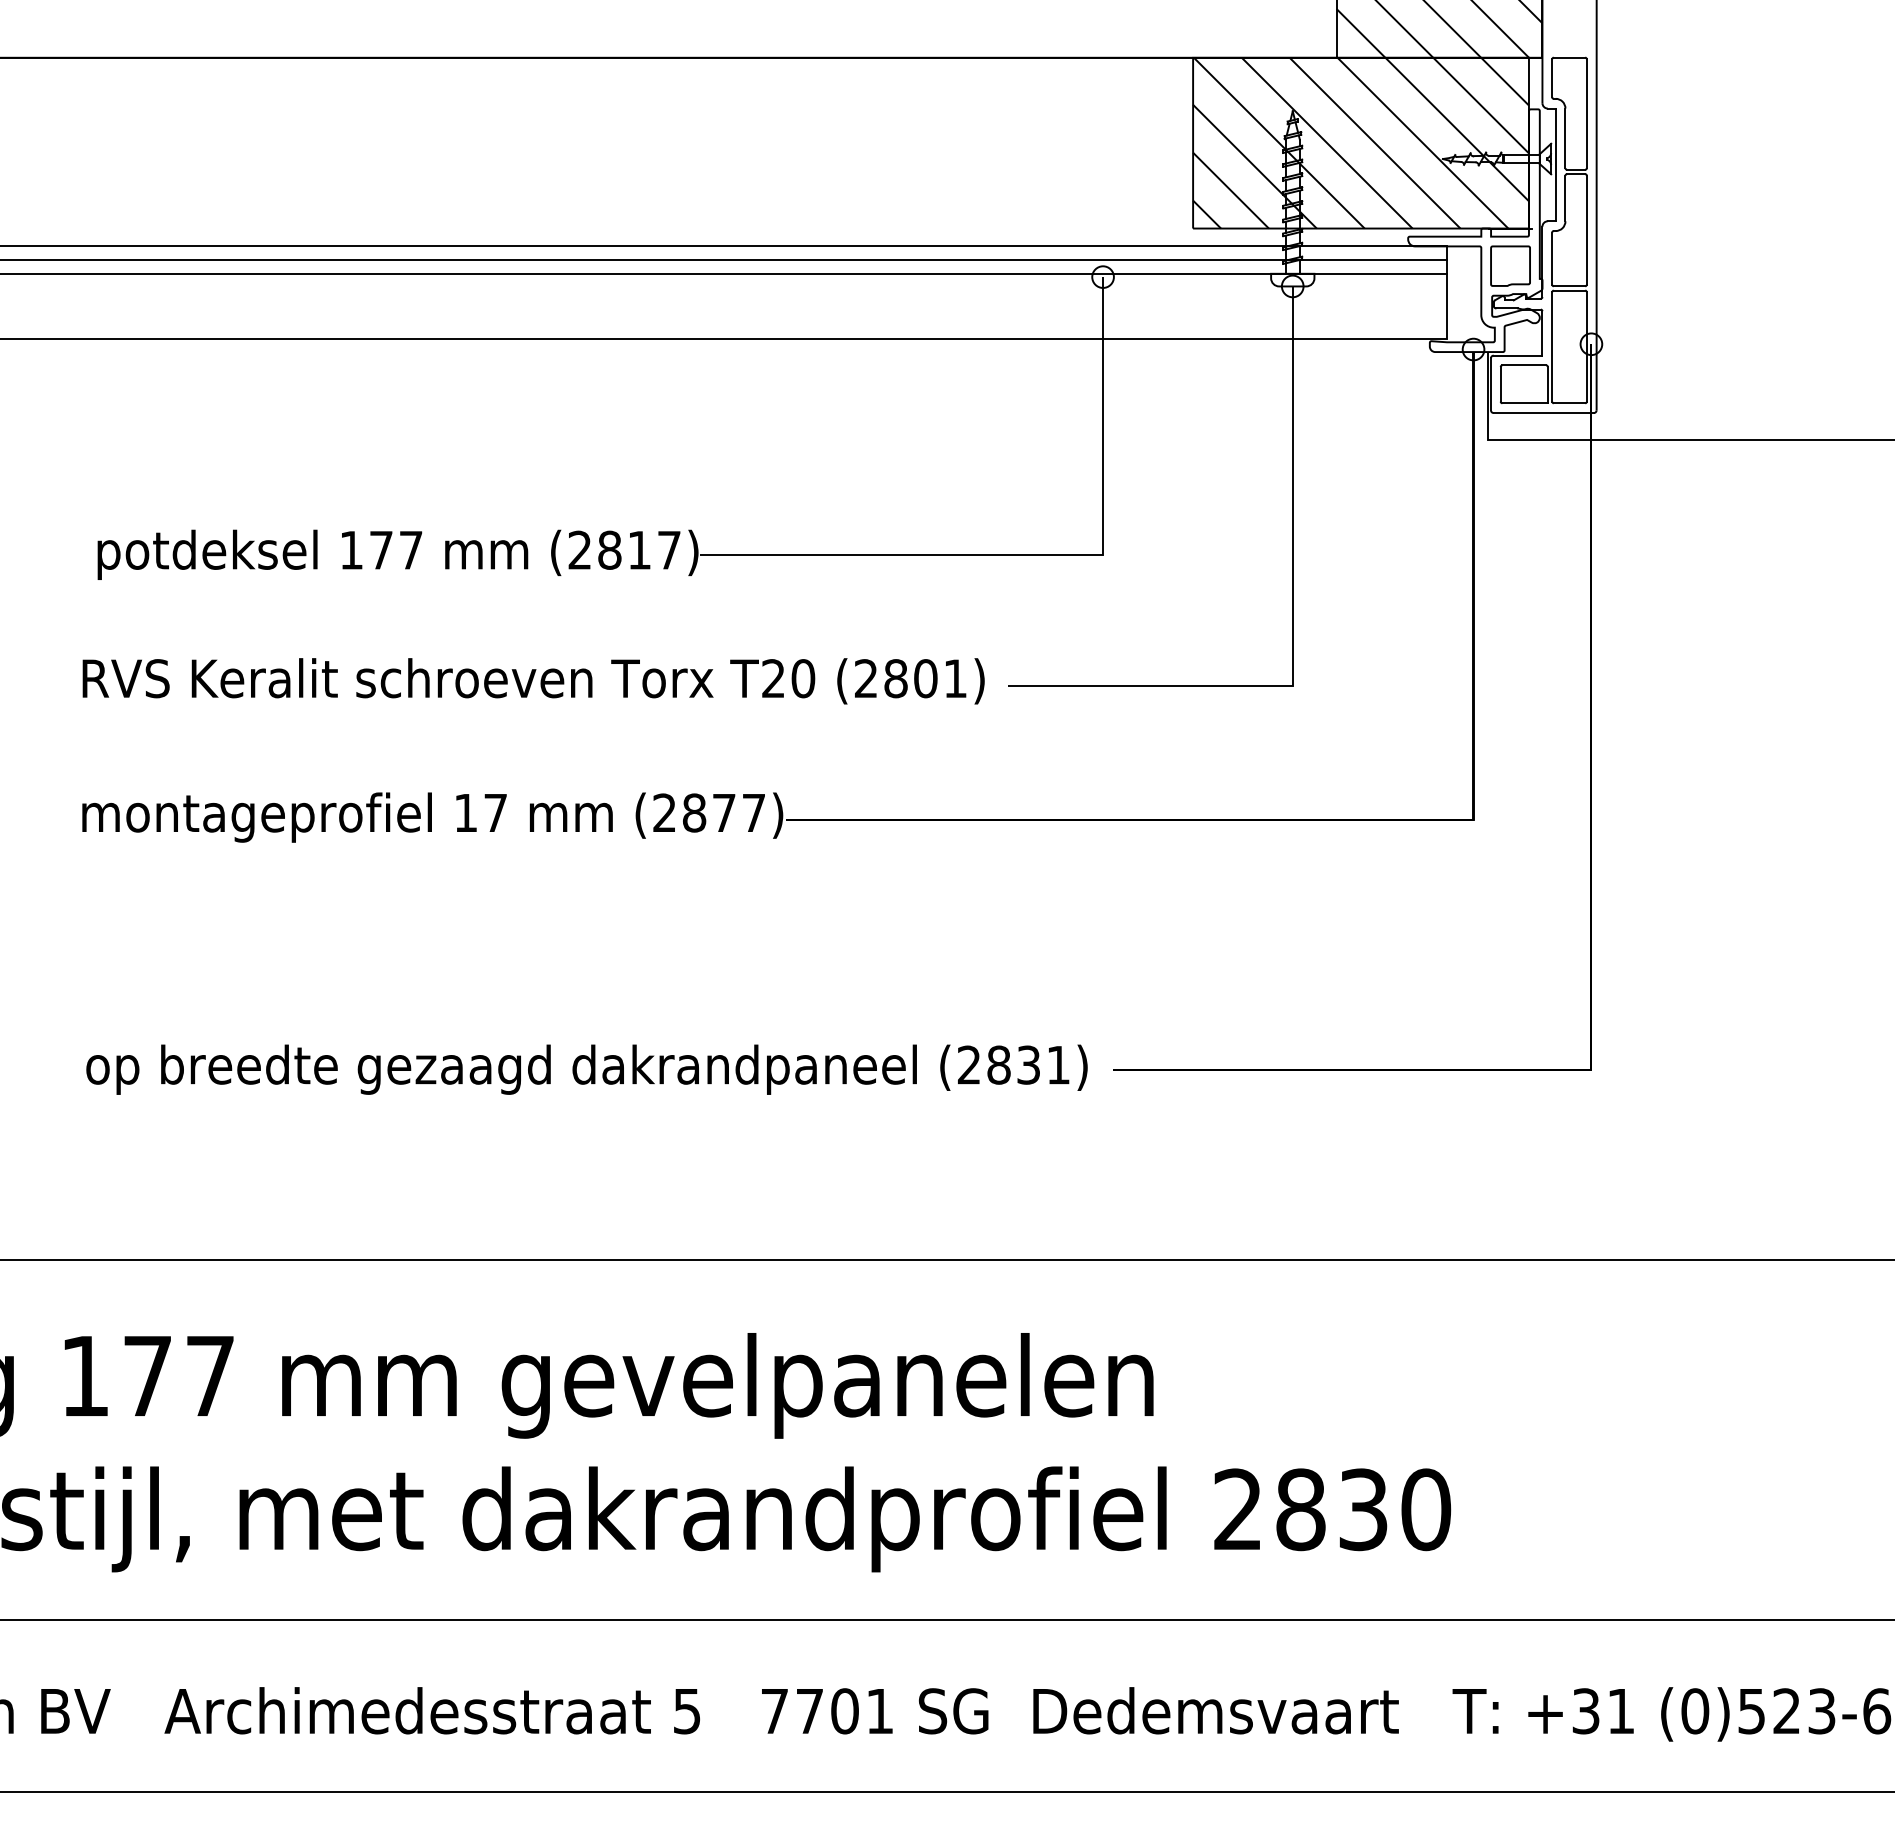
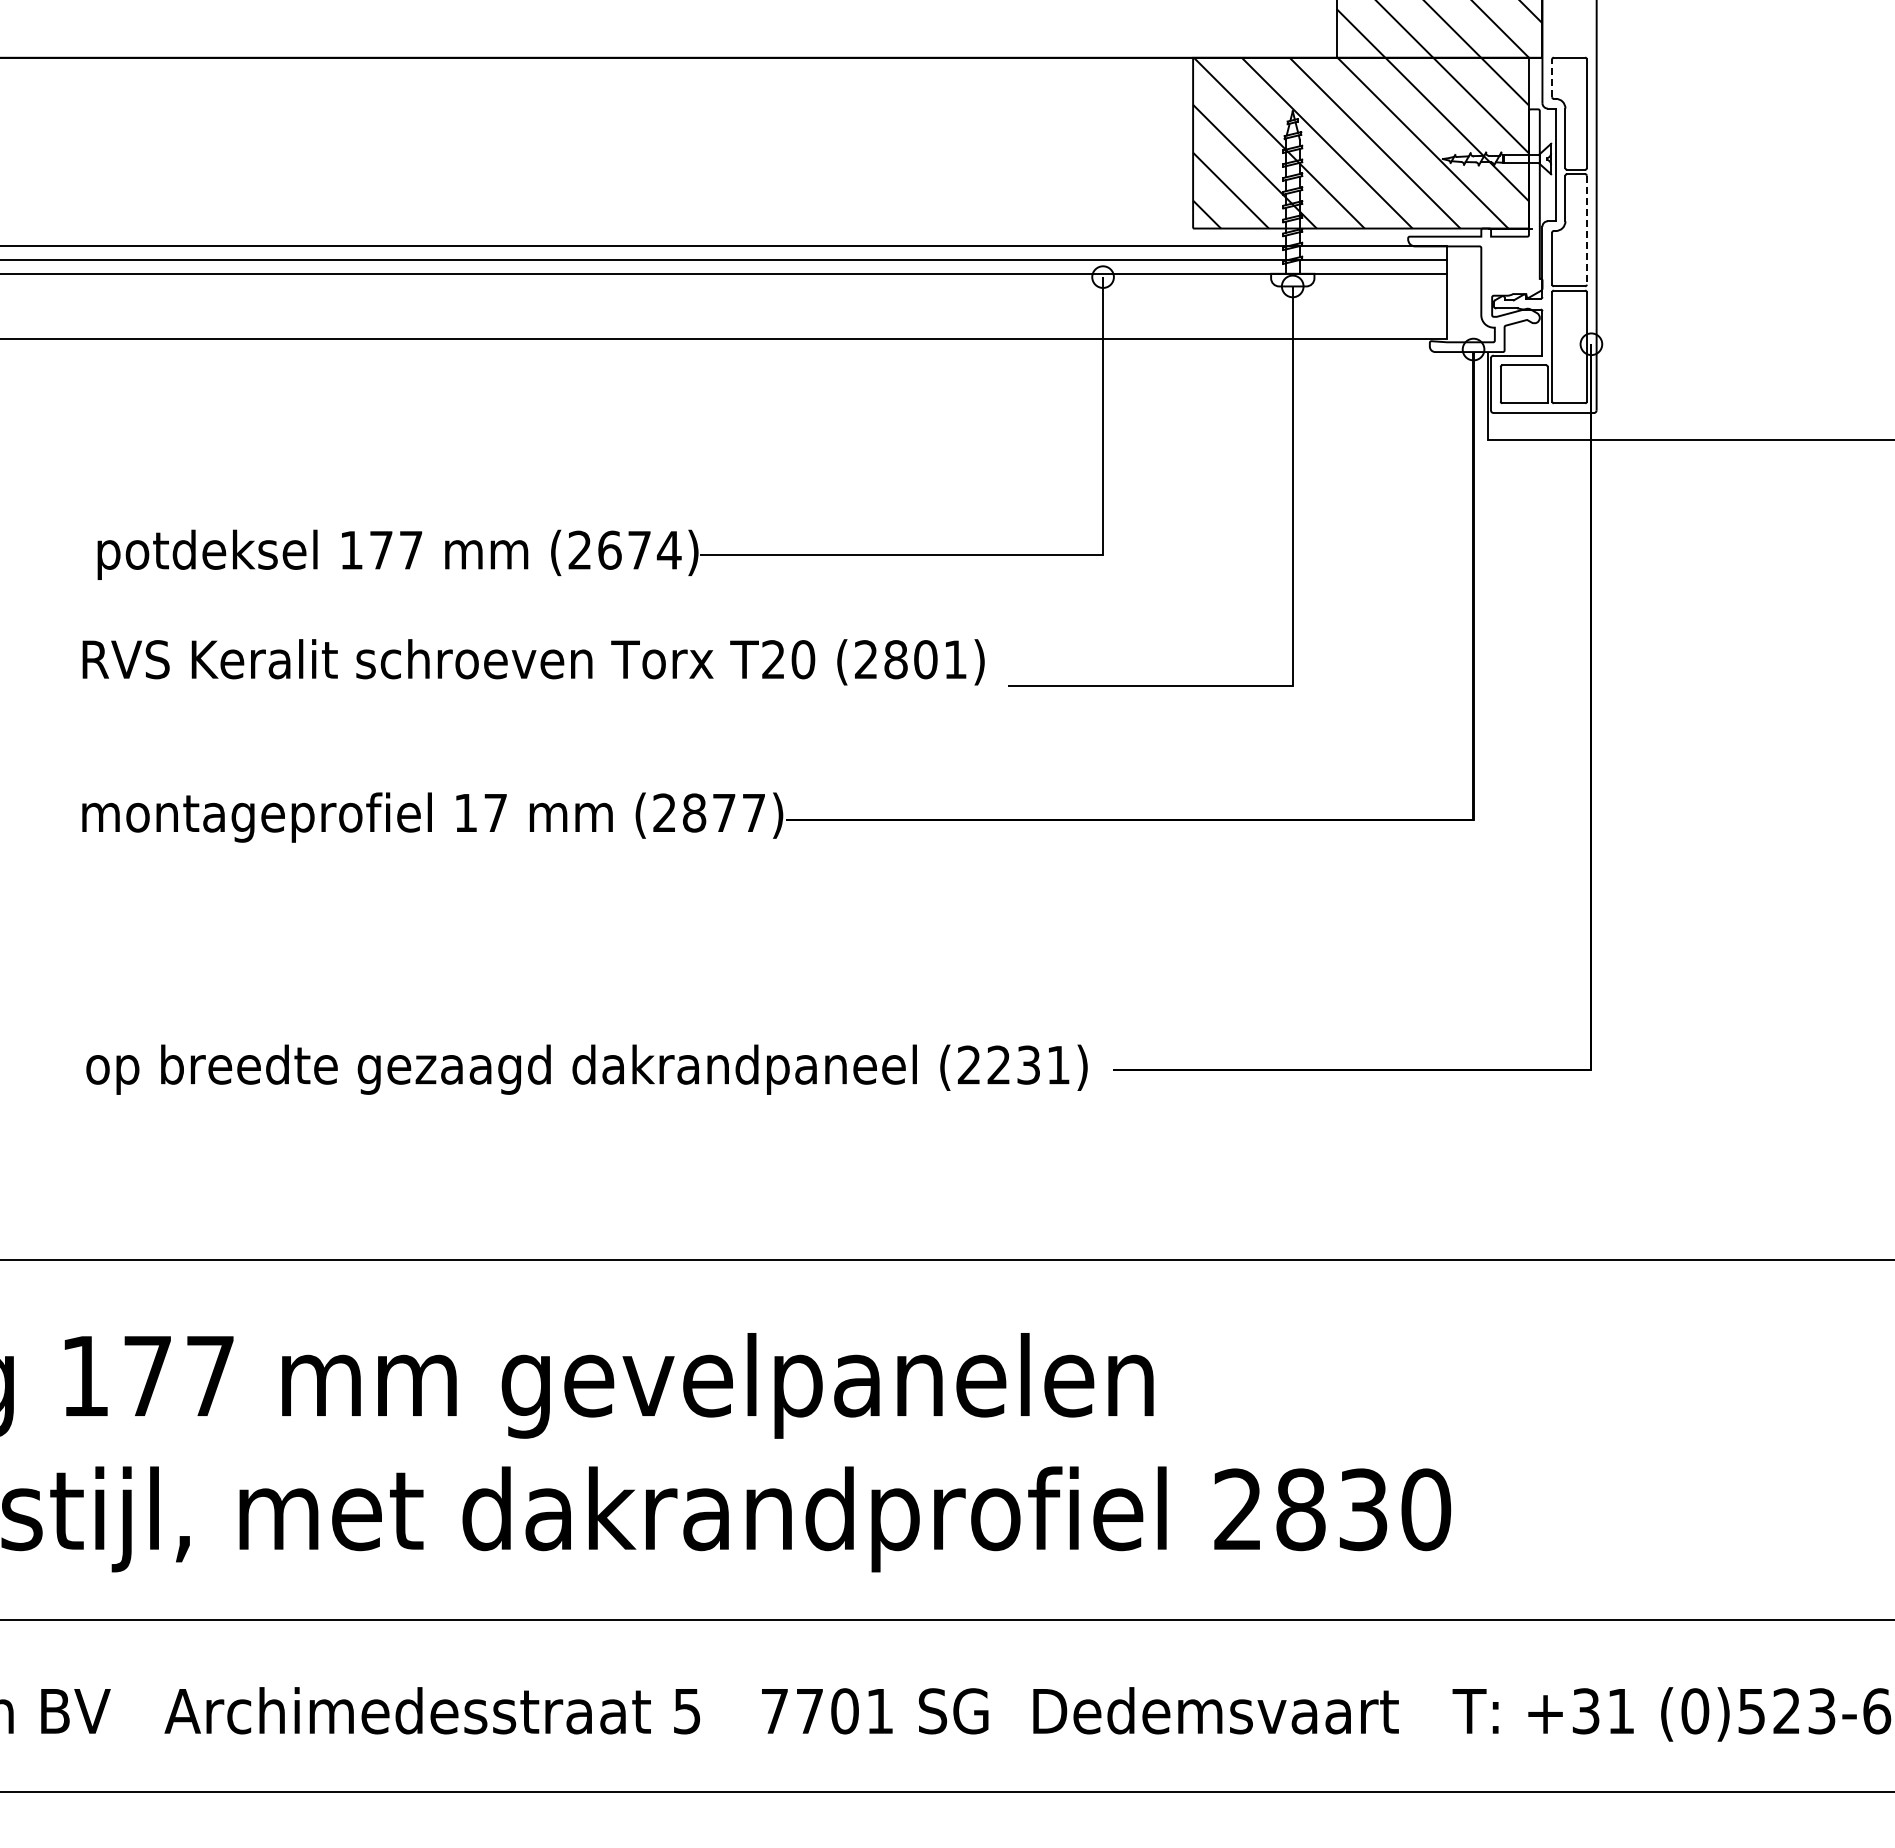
line at (1552, 78): solid -> dashed
line at (1586, 230): solid -> dashed
part at (1510, 265): present -> none
text at (639, 549): (2817) -> (2674)
text at (533, 681) position: (533, 681) -> (533, 662)
text at (998, 1064): (2831) -> (2231)
